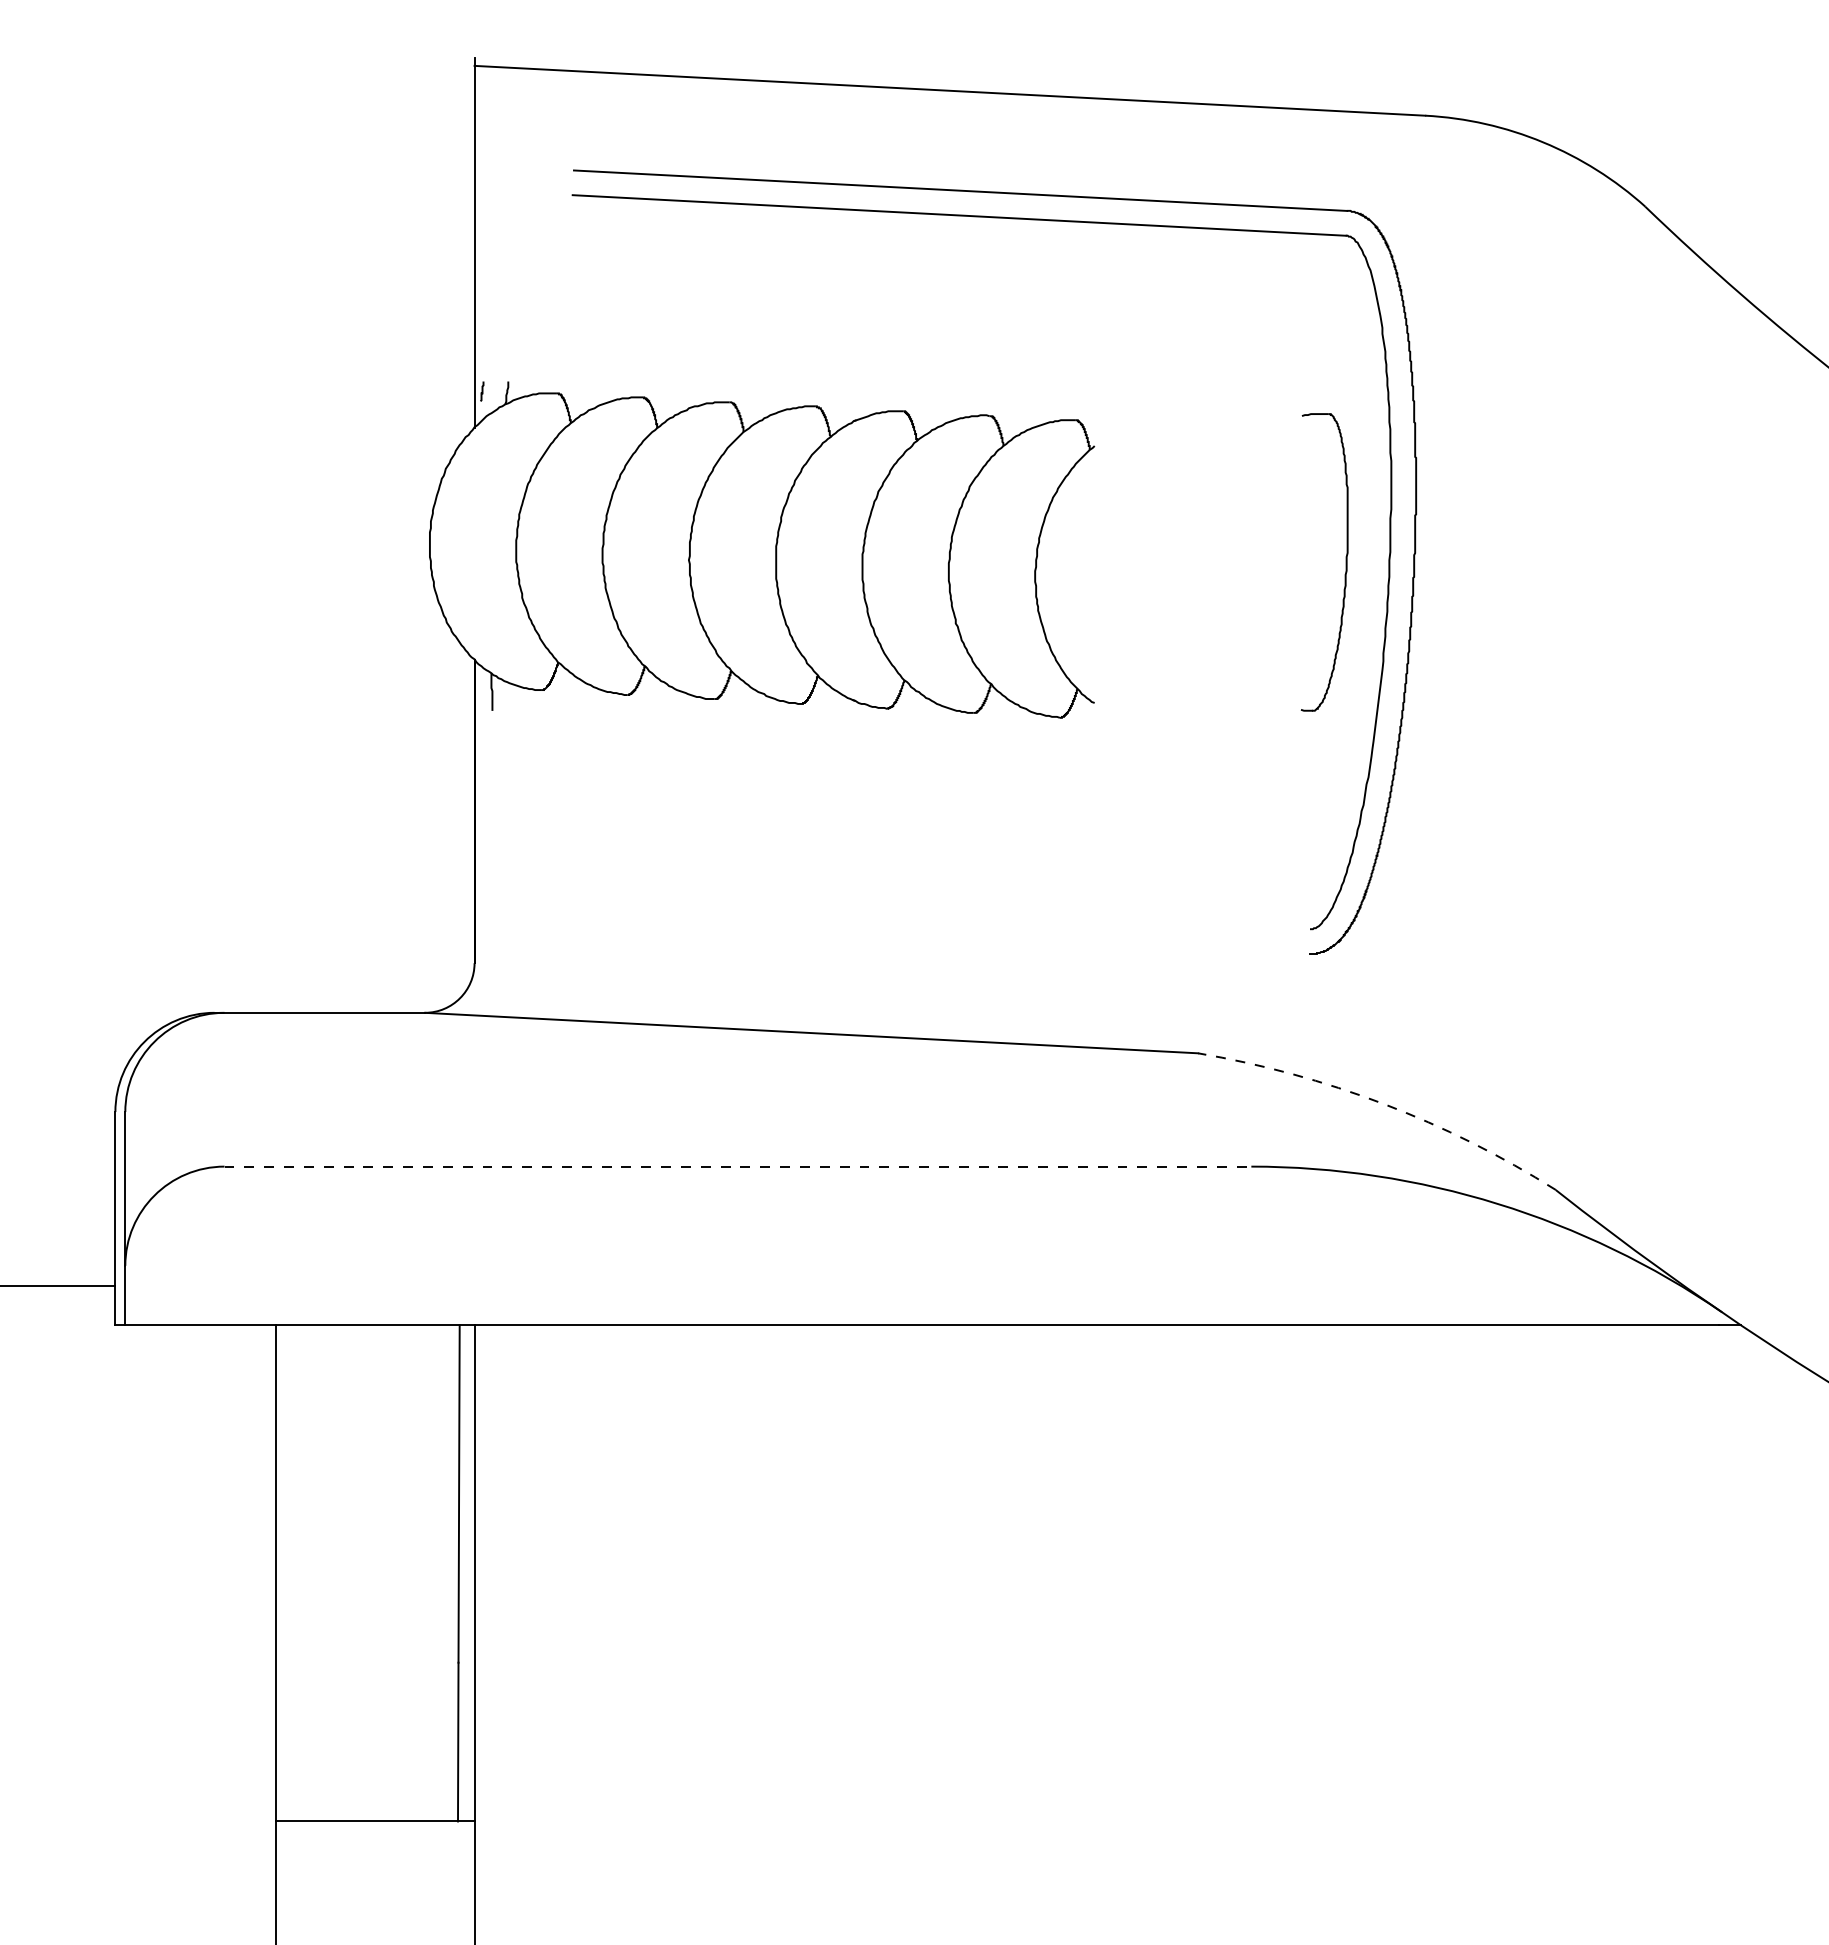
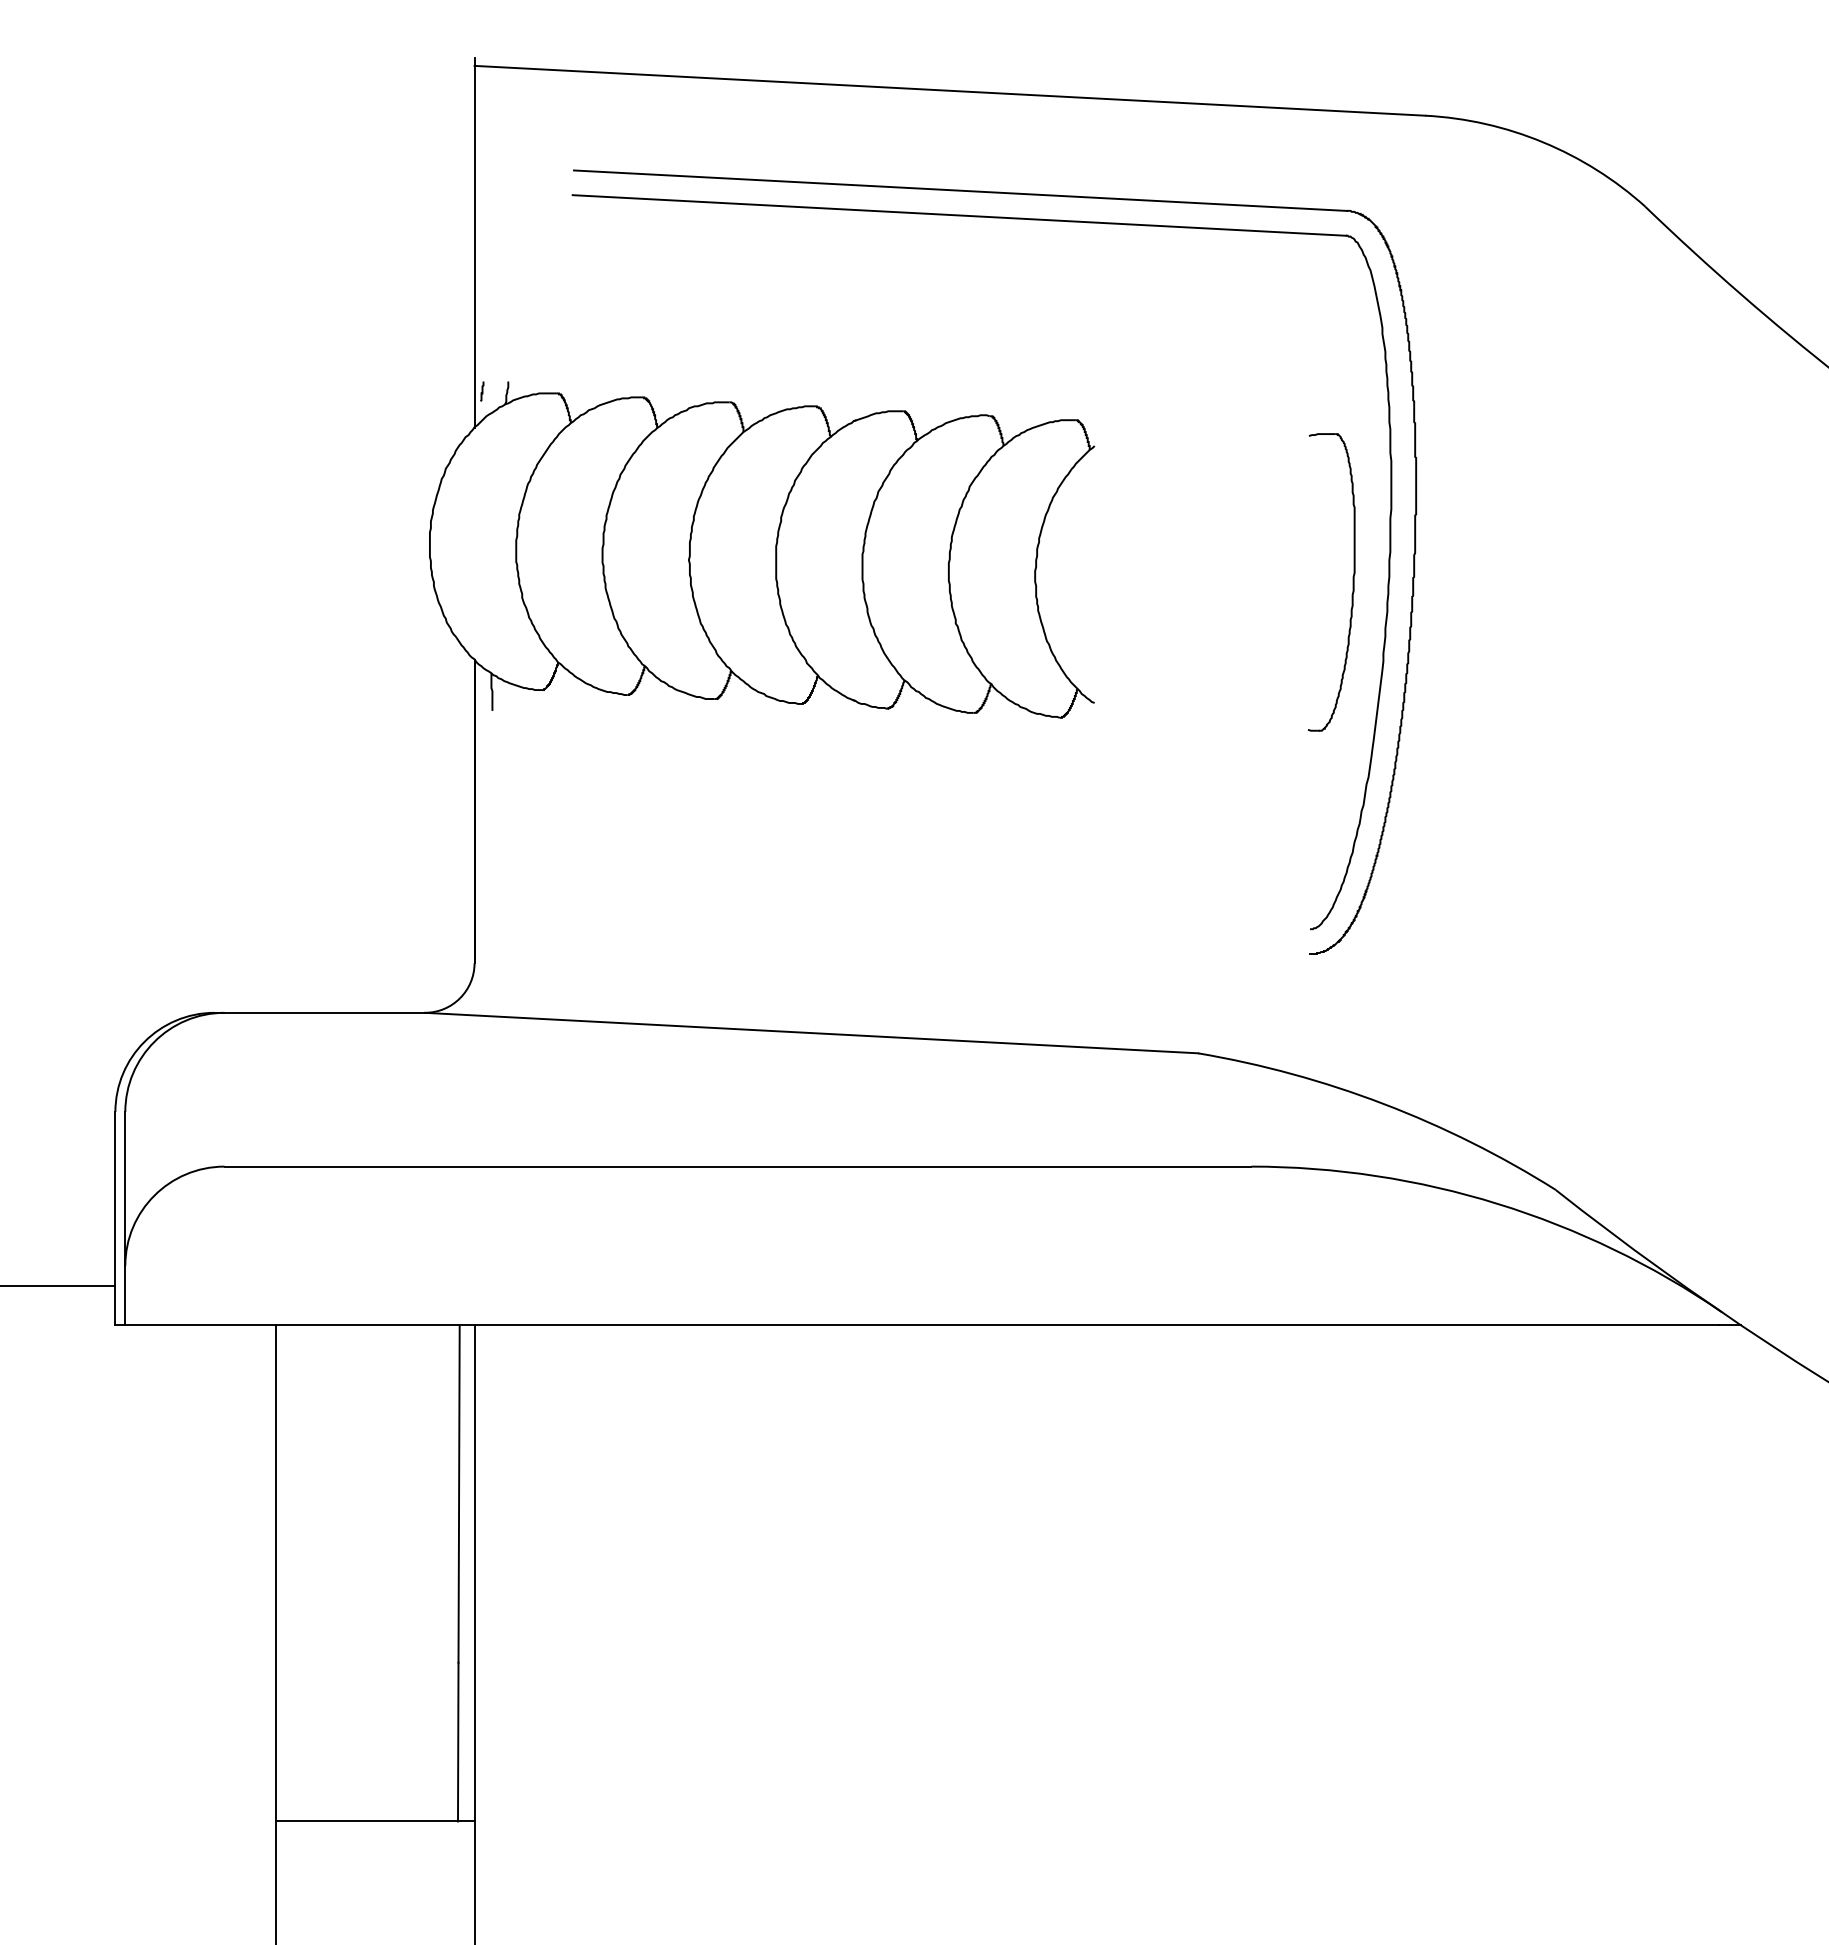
part at (1345, 562) position: (1345, 562) -> (1352, 582)
arc at (1383, 1103): dashed -> solid
line at (738, 1166): dashed -> solid
